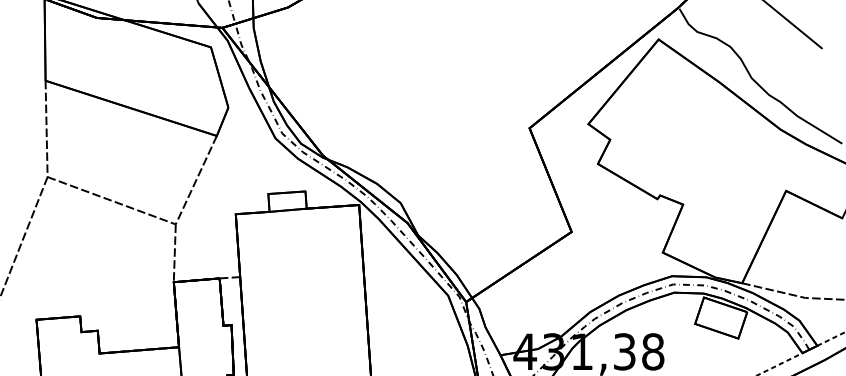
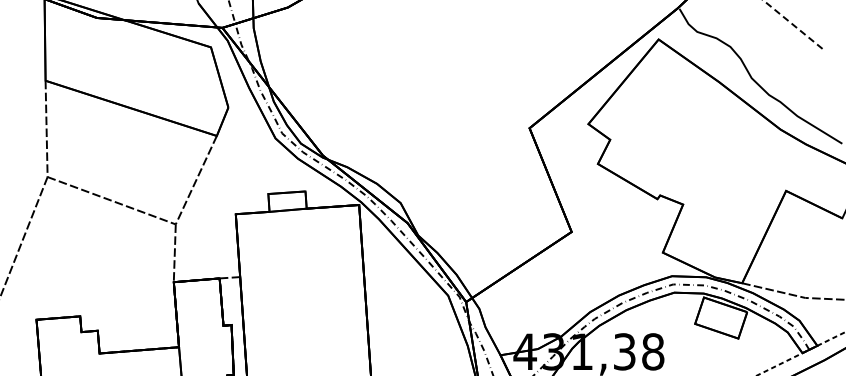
line at (792, 24): solid -> dashed
